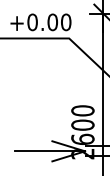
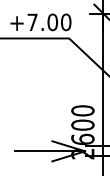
text at (32, 22): +0.00 -> +7.00
